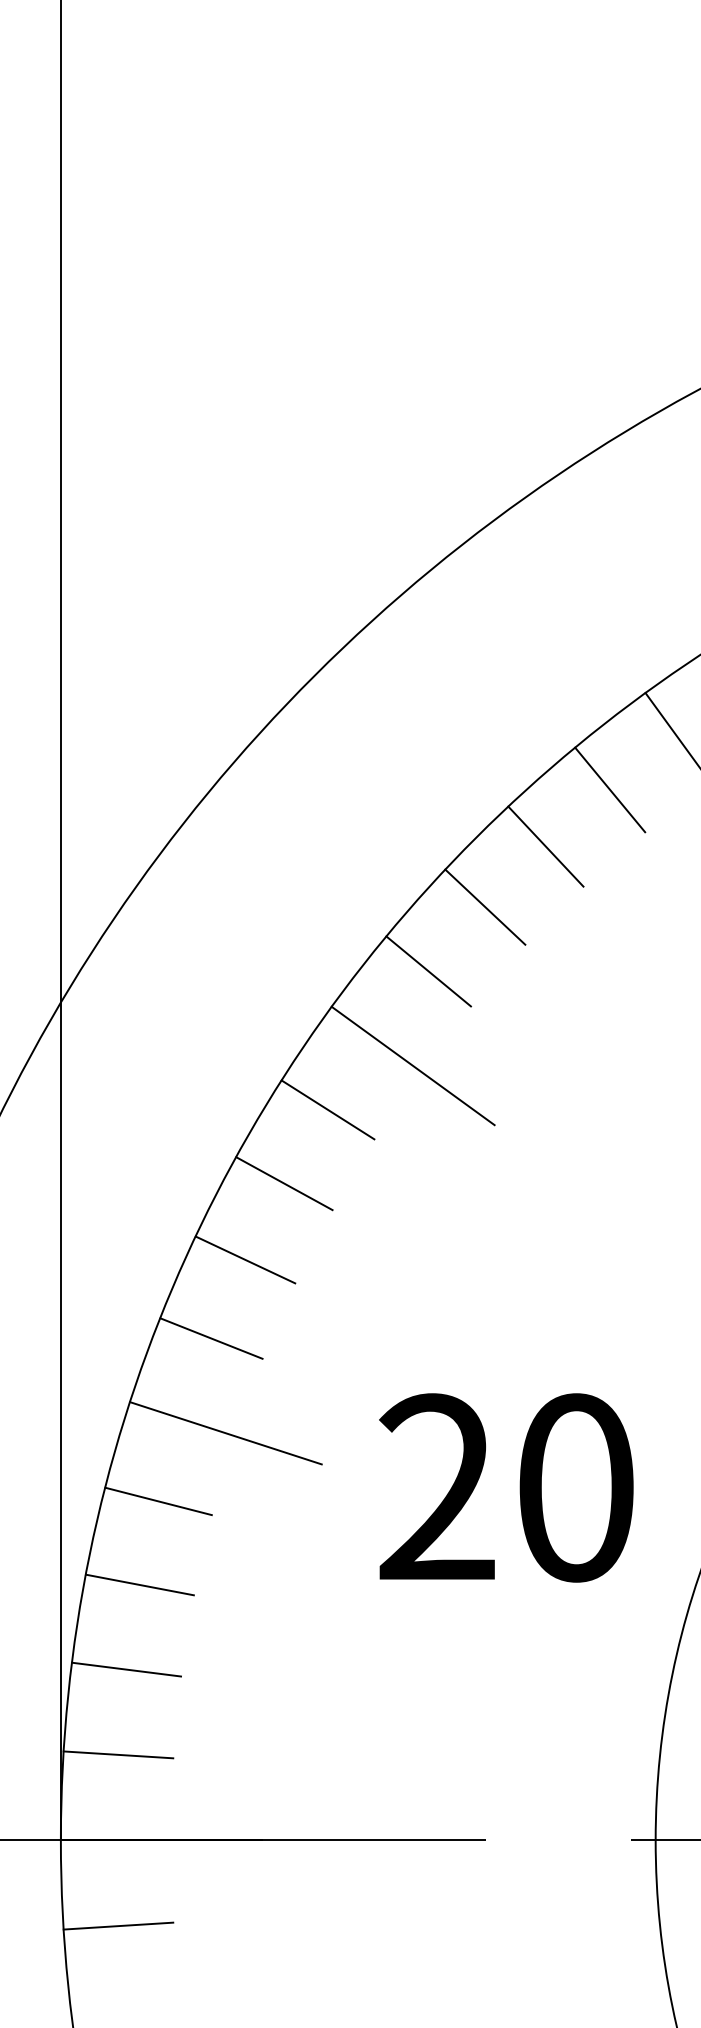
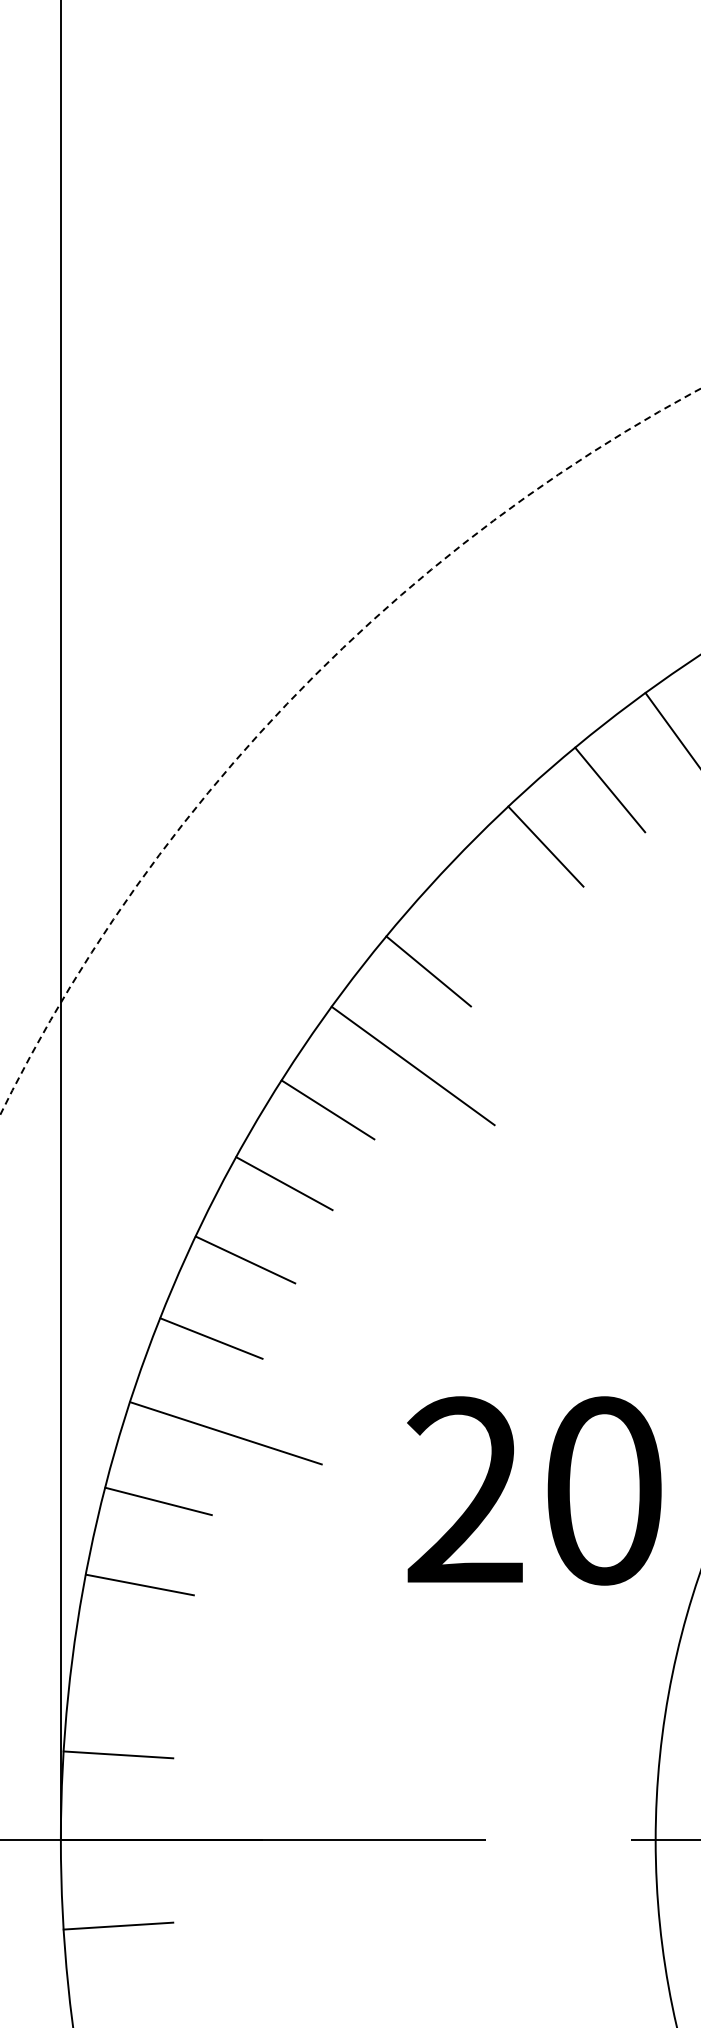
circle at (350, 751): solid -> dashed
line at (485, 906): present -> none
text at (506, 1487) position: (506, 1487) -> (534, 1490)
line at (126, 1669): present -> none
